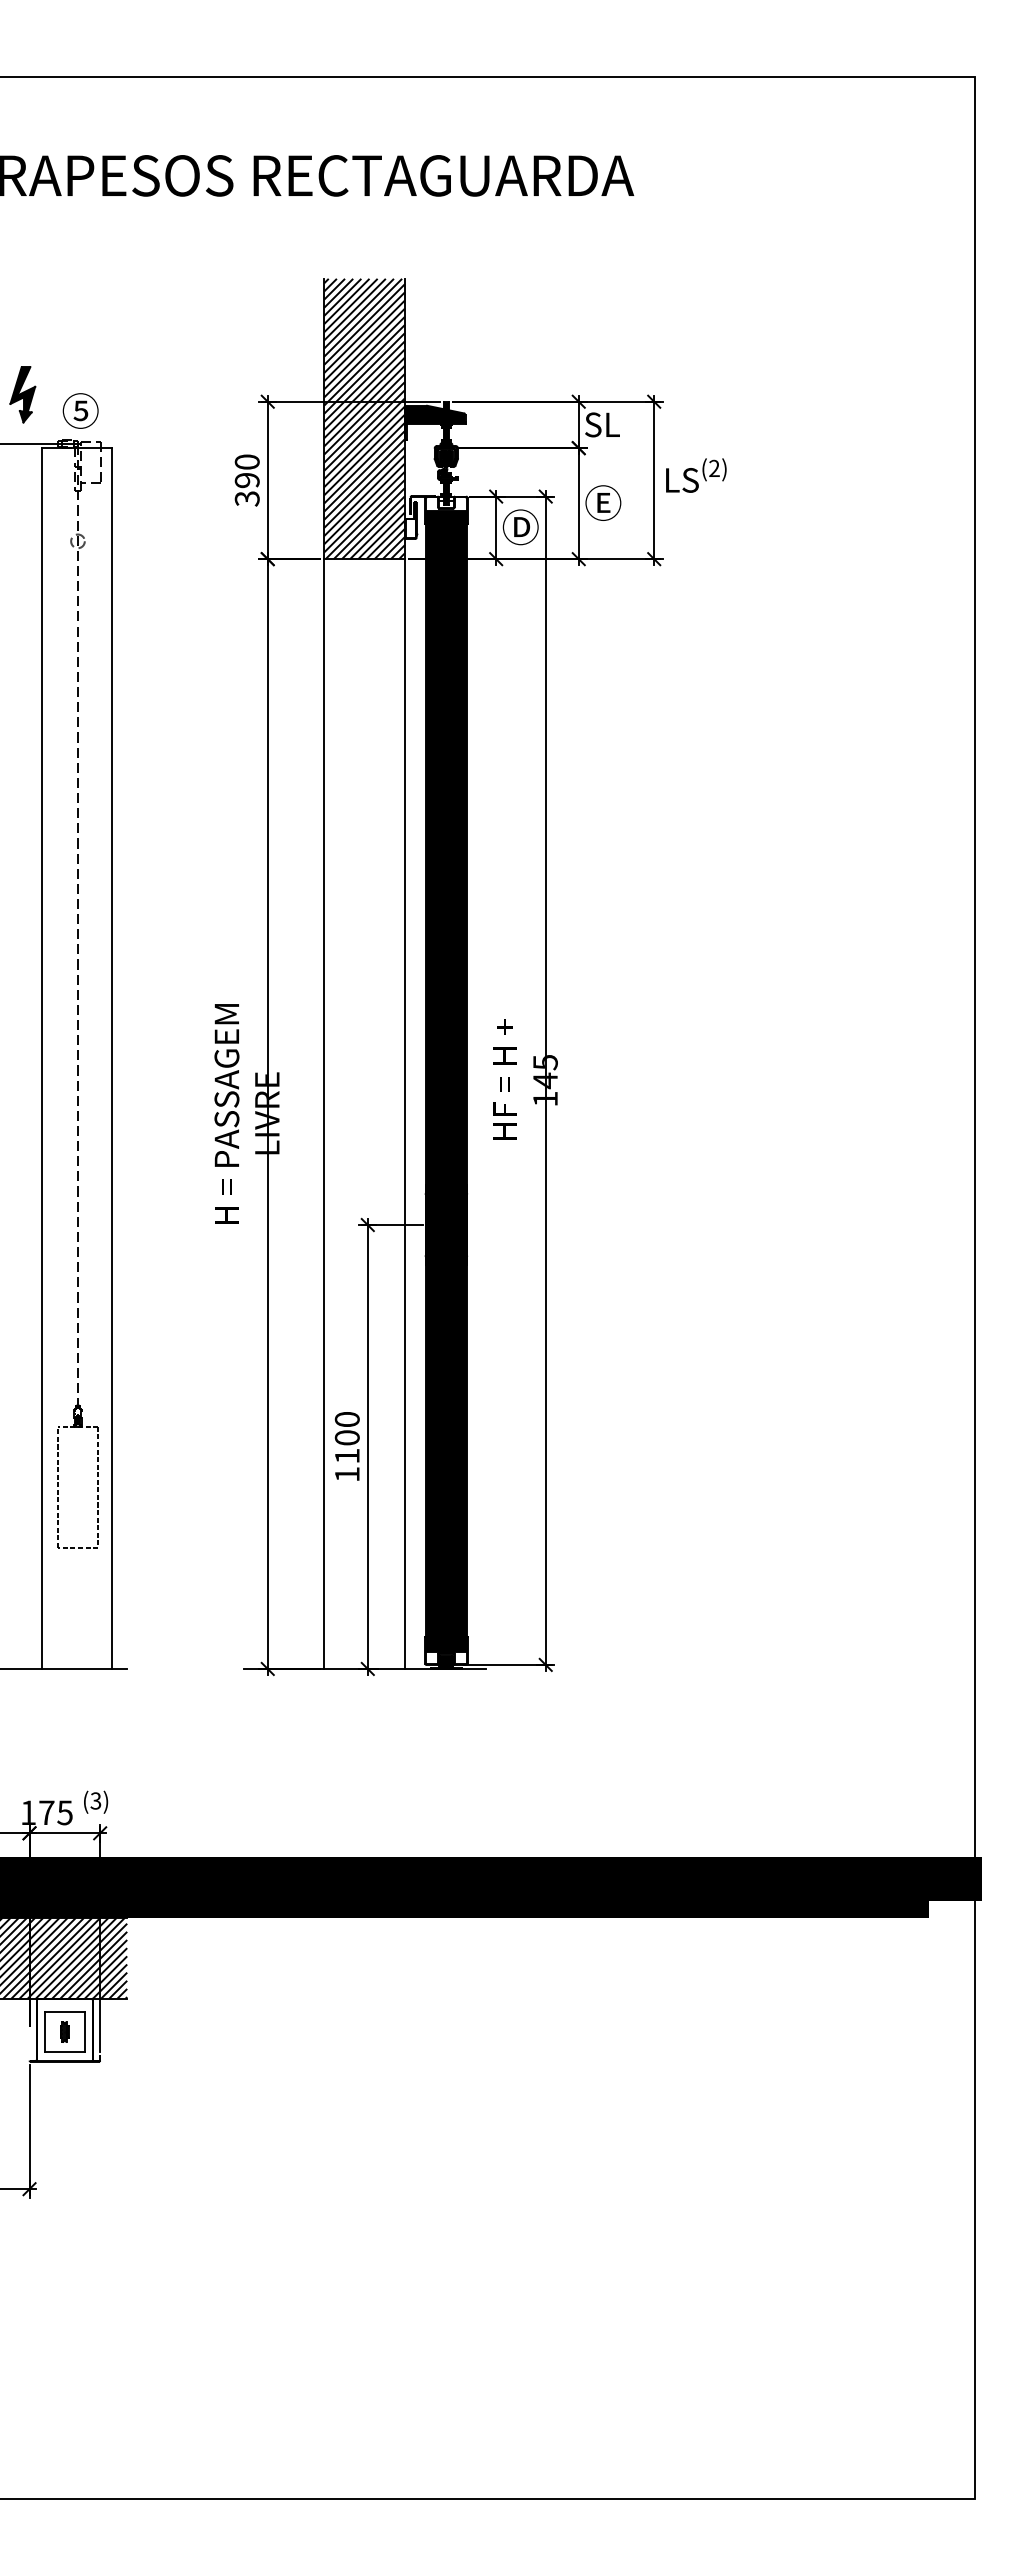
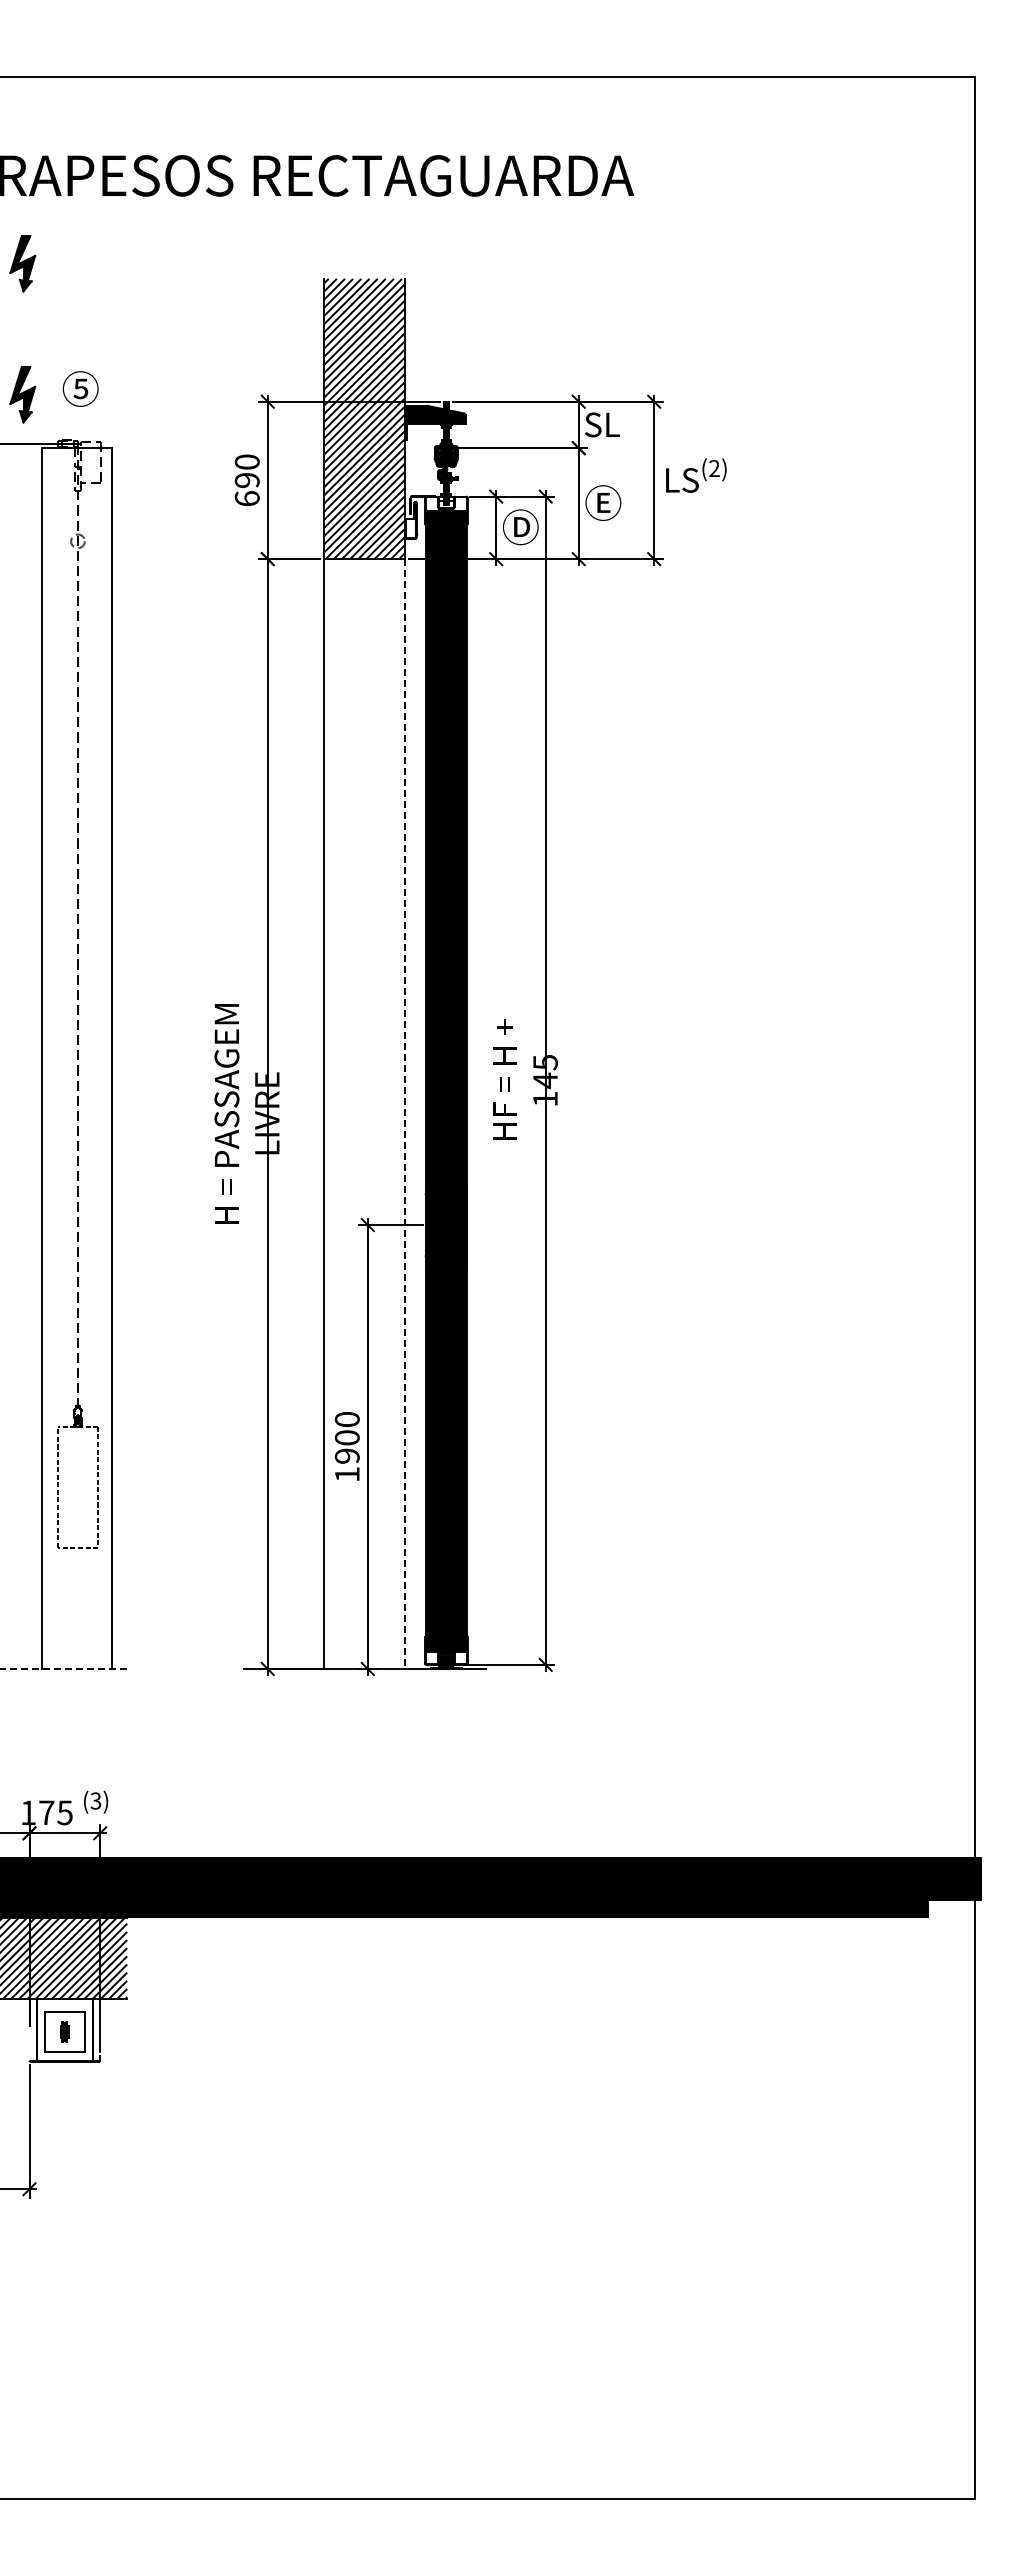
part at (22, 263): none -> present
text at (80, 410) position: (80, 410) -> (80, 388)
text at (246, 498): 390 -> 690
line at (404, 1114): solid -> dashed
text at (346, 1455): 1100 -> 1900
line at (63, 1668): solid -> dashed
